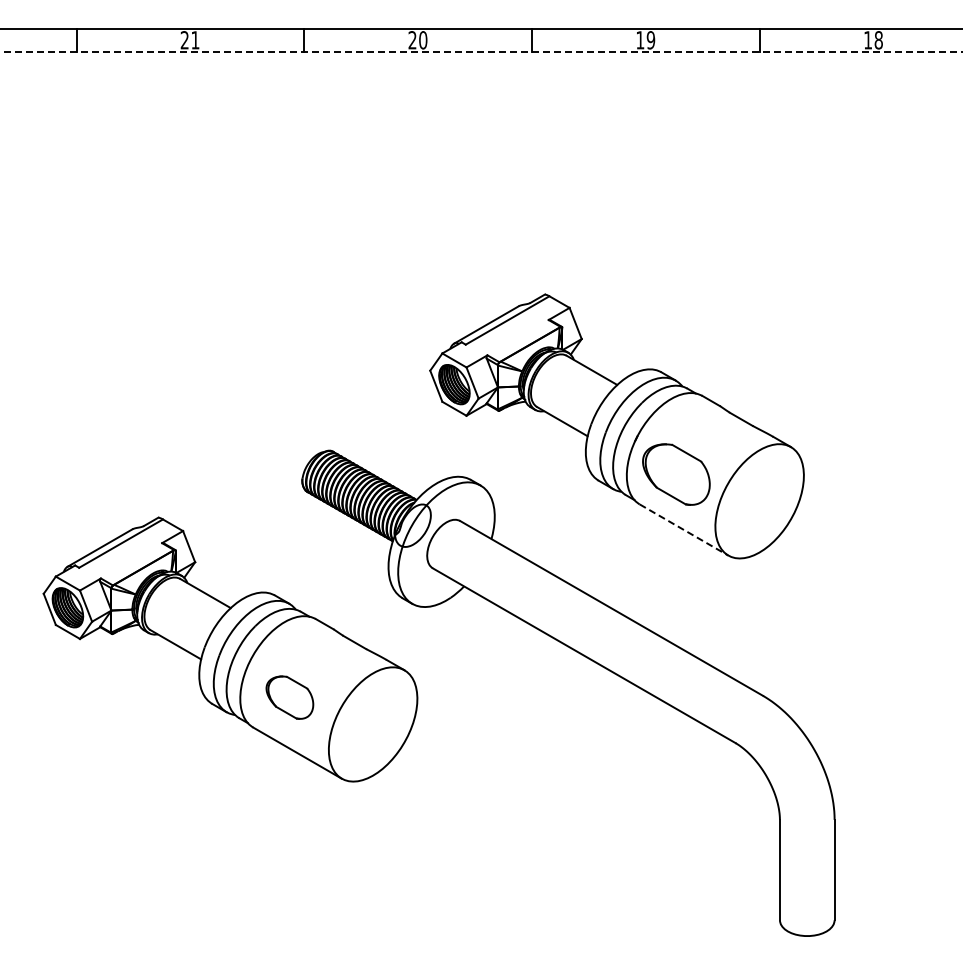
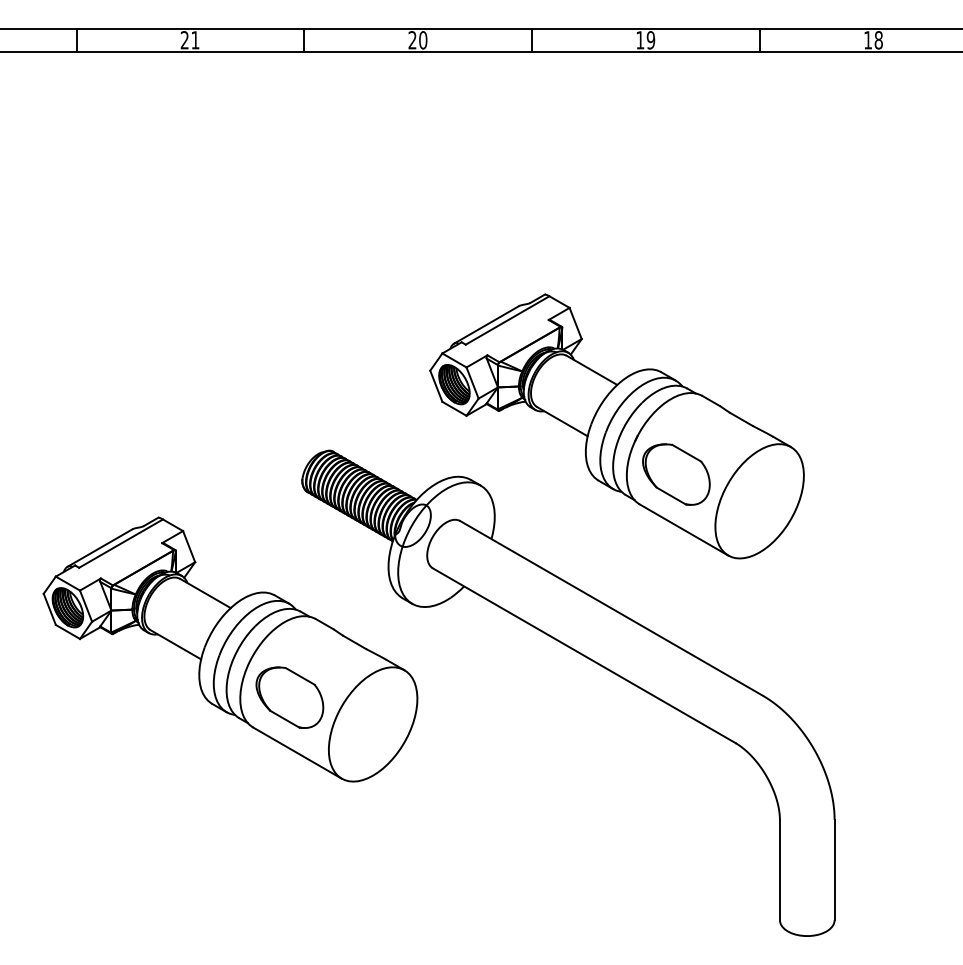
line at (481, 51): dashed -> solid
line at (684, 530): dashed -> solid
part at (289, 697) size: 50x45 px -> 70x63 px
